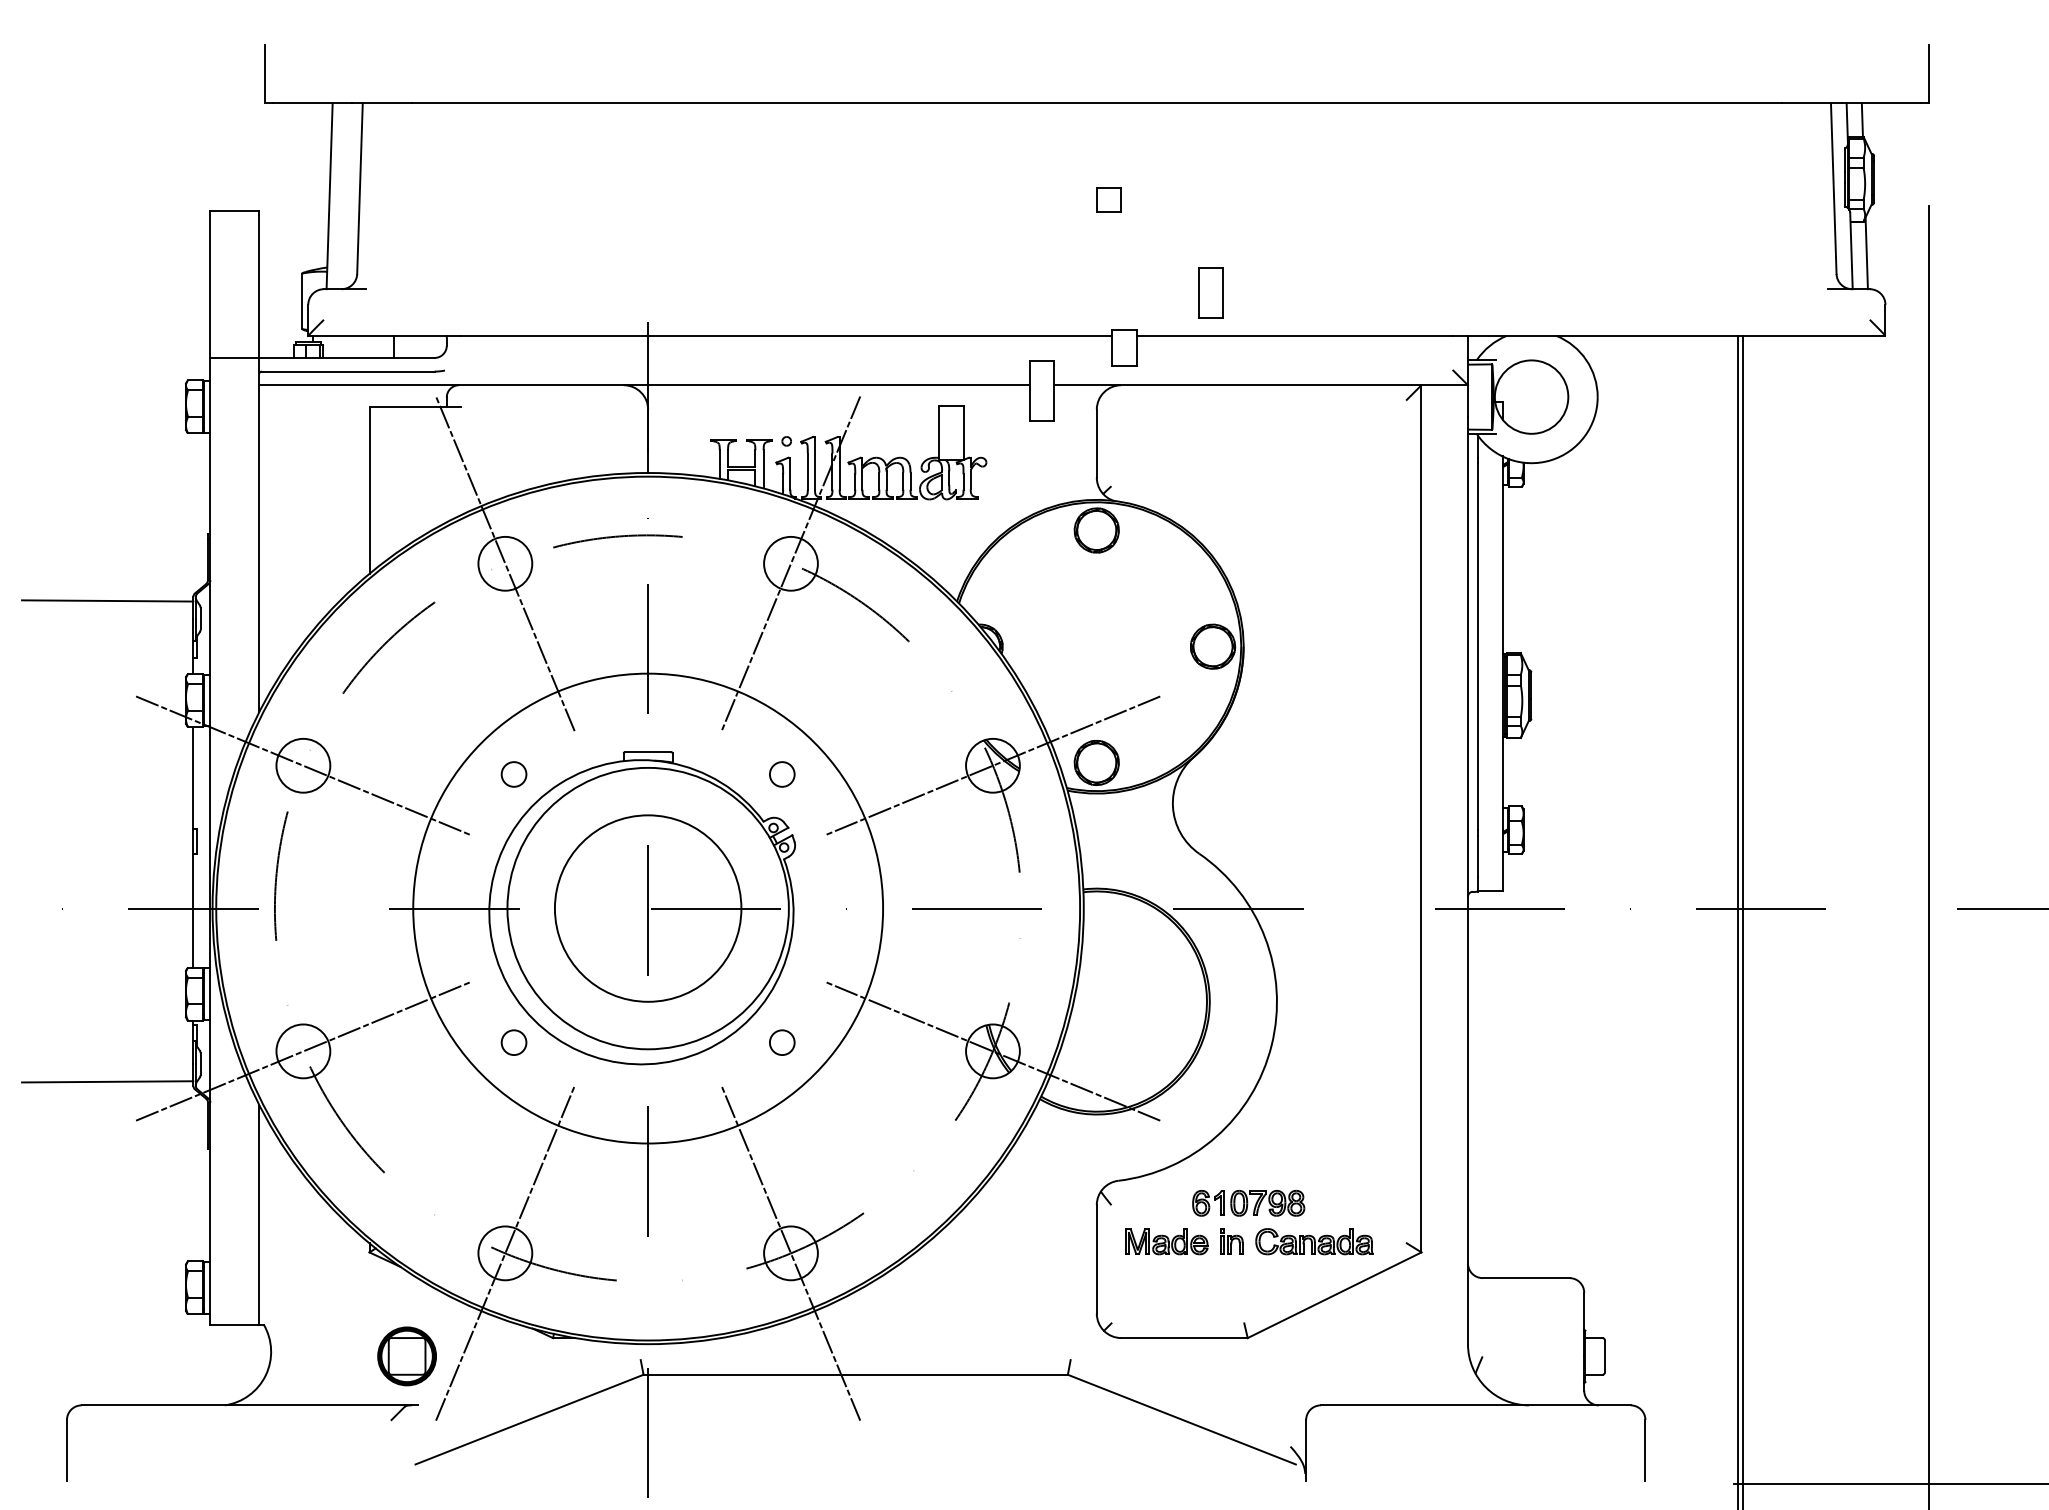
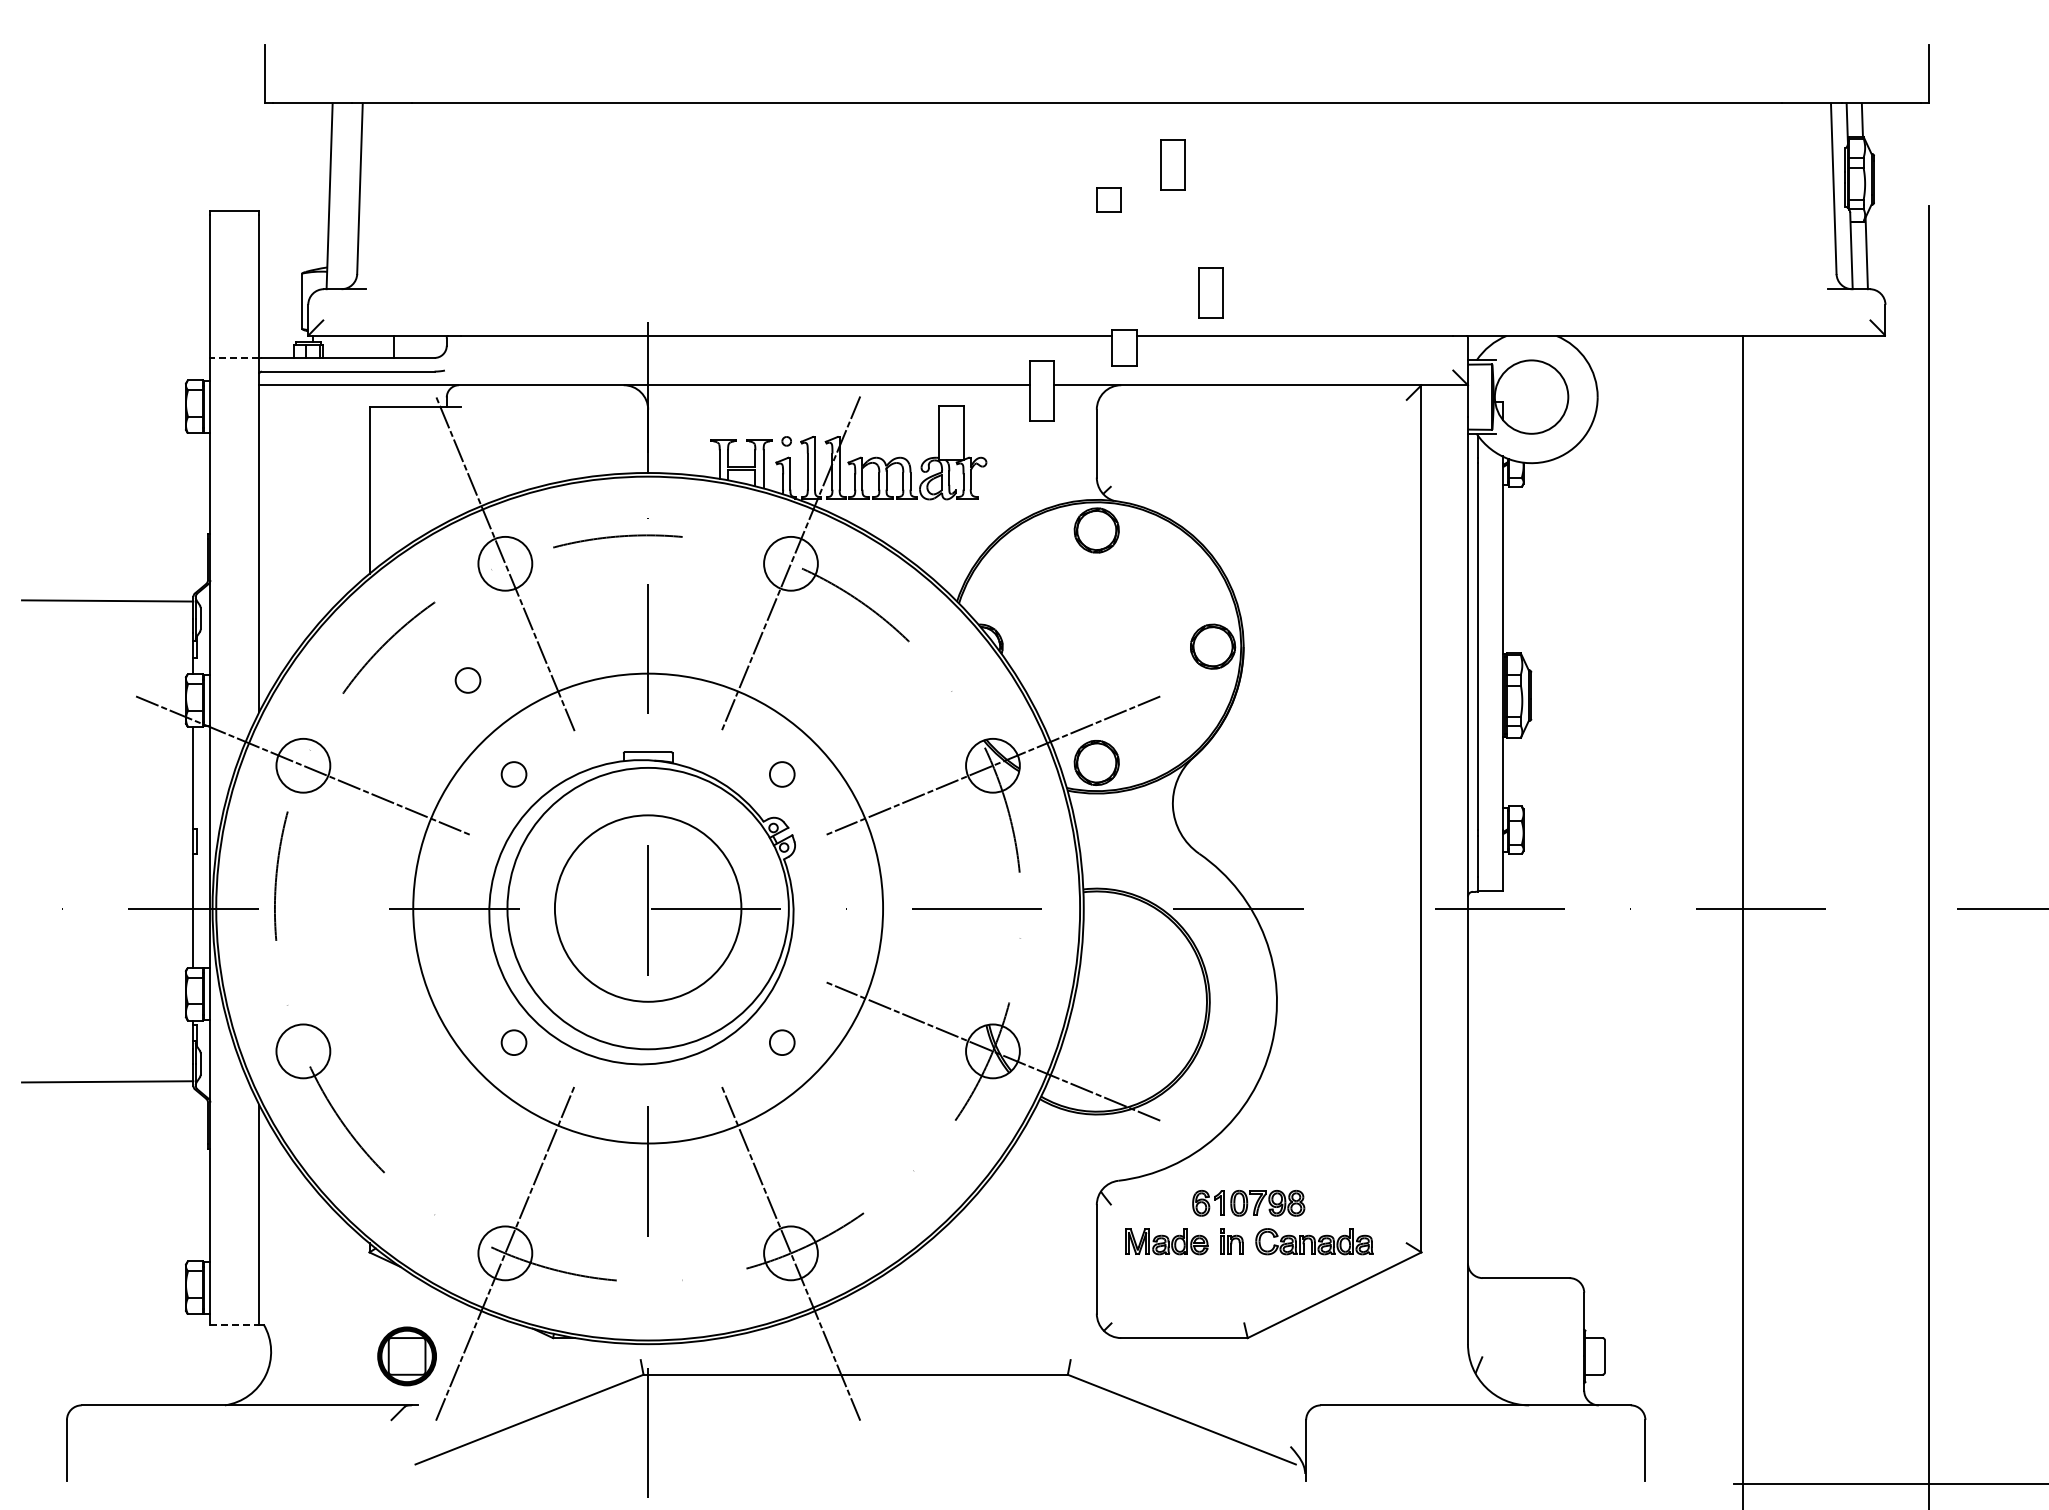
part at (1172, 164): none -> present
line at (234, 357): solid -> dashed
circle at (467, 680): none -> present
line at (1738, 920): present -> none
line at (303, 1051): present -> none
line at (235, 1324): solid -> dashed
